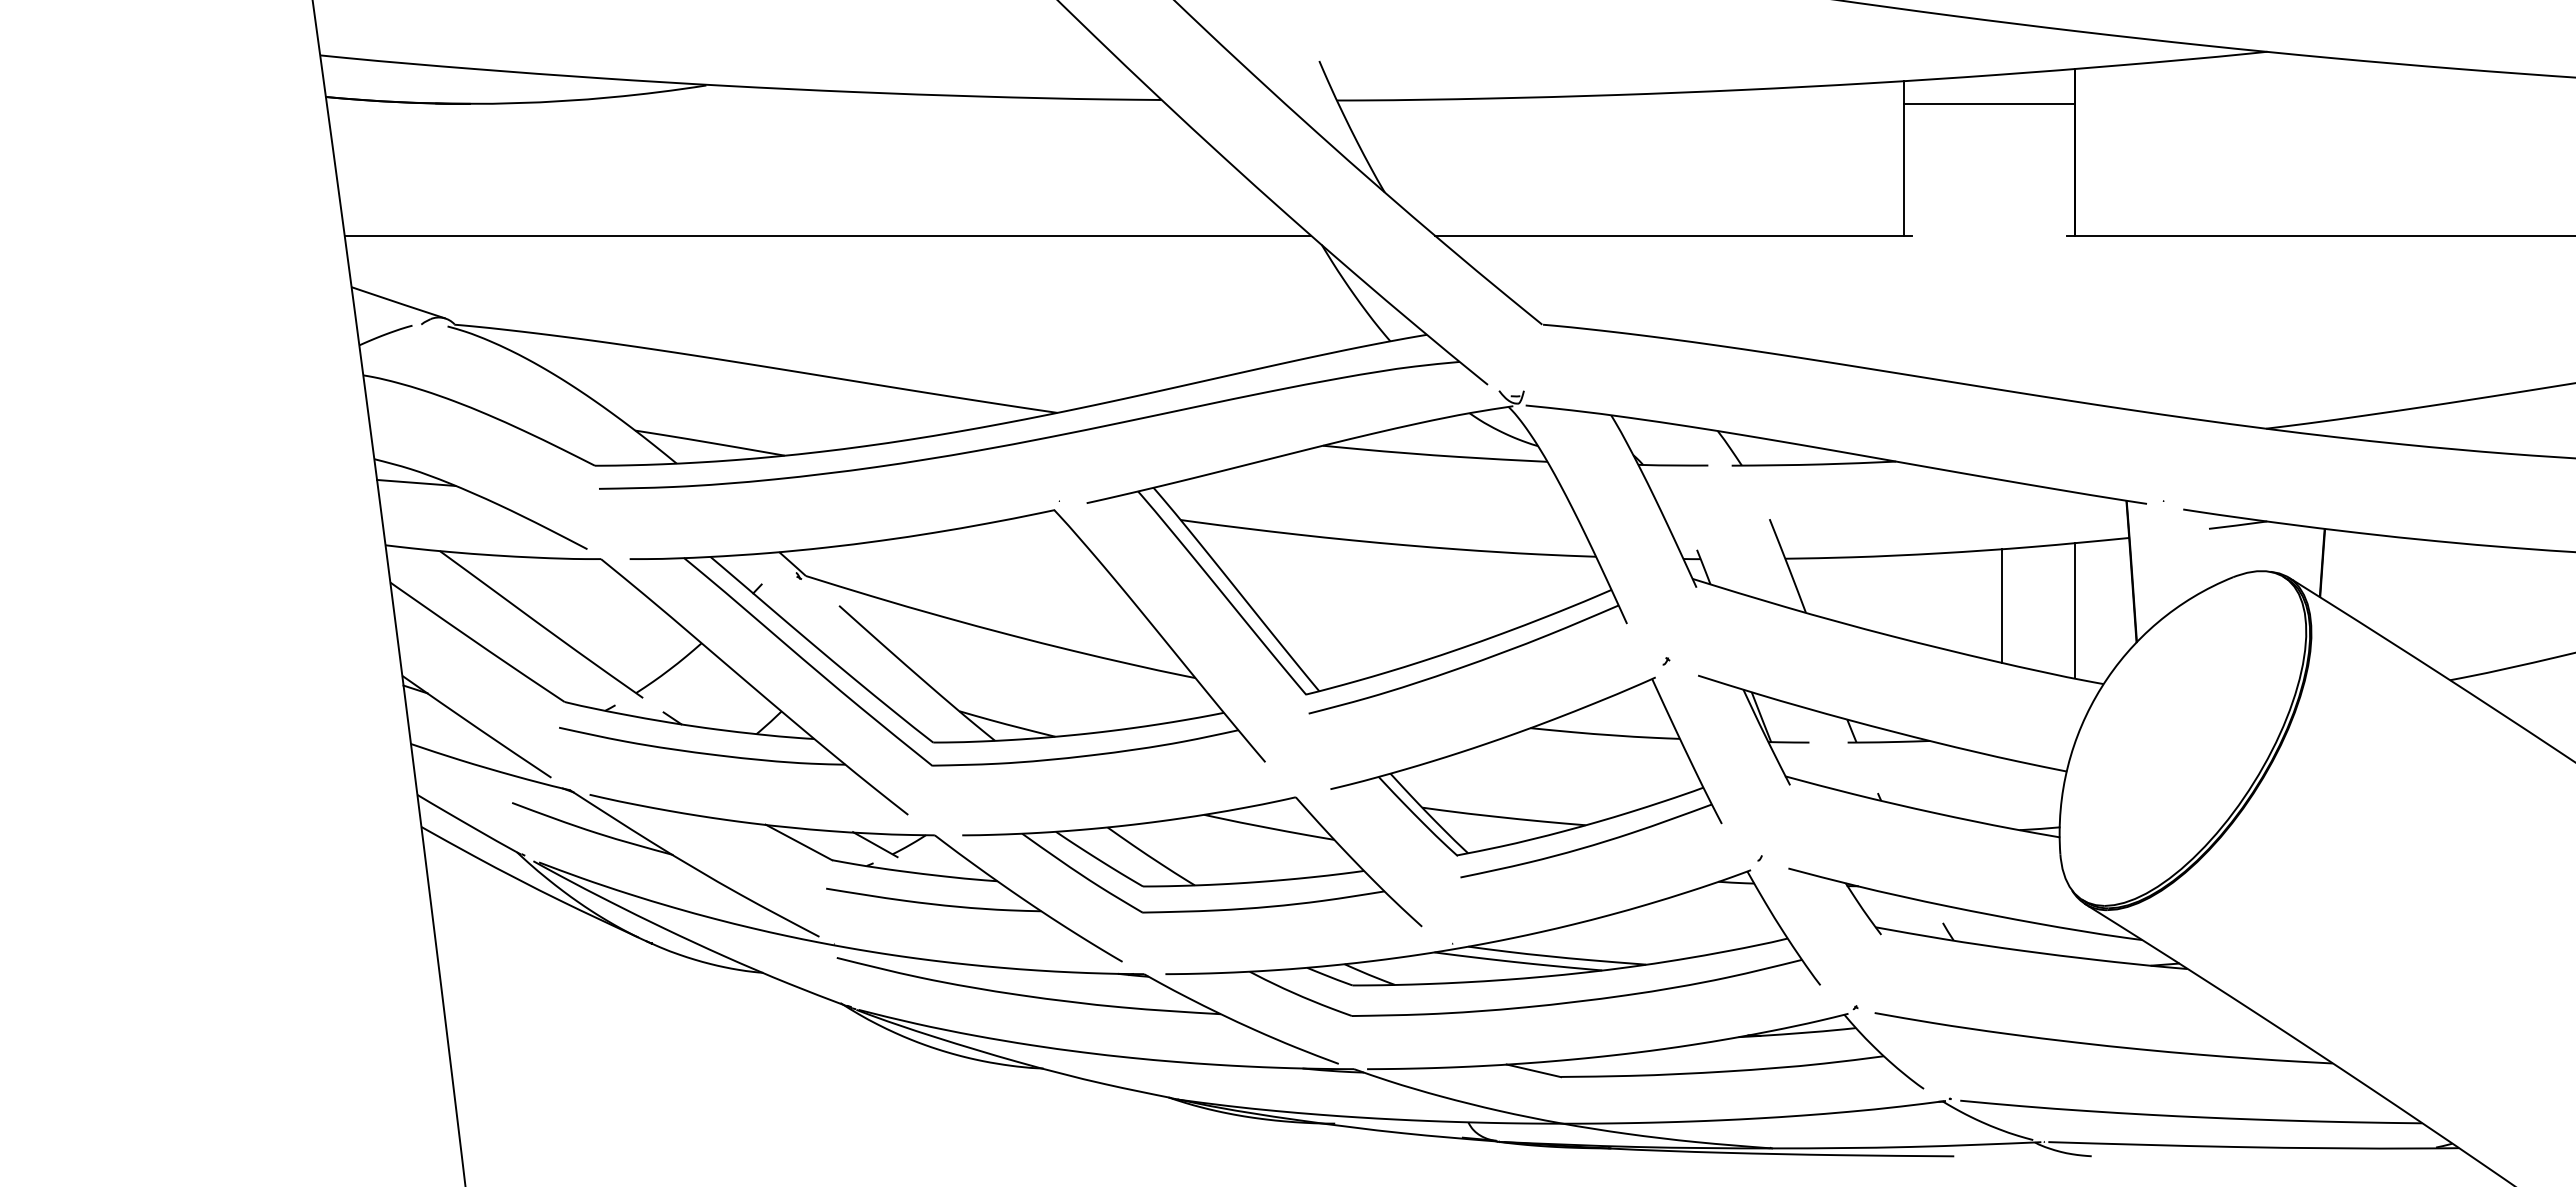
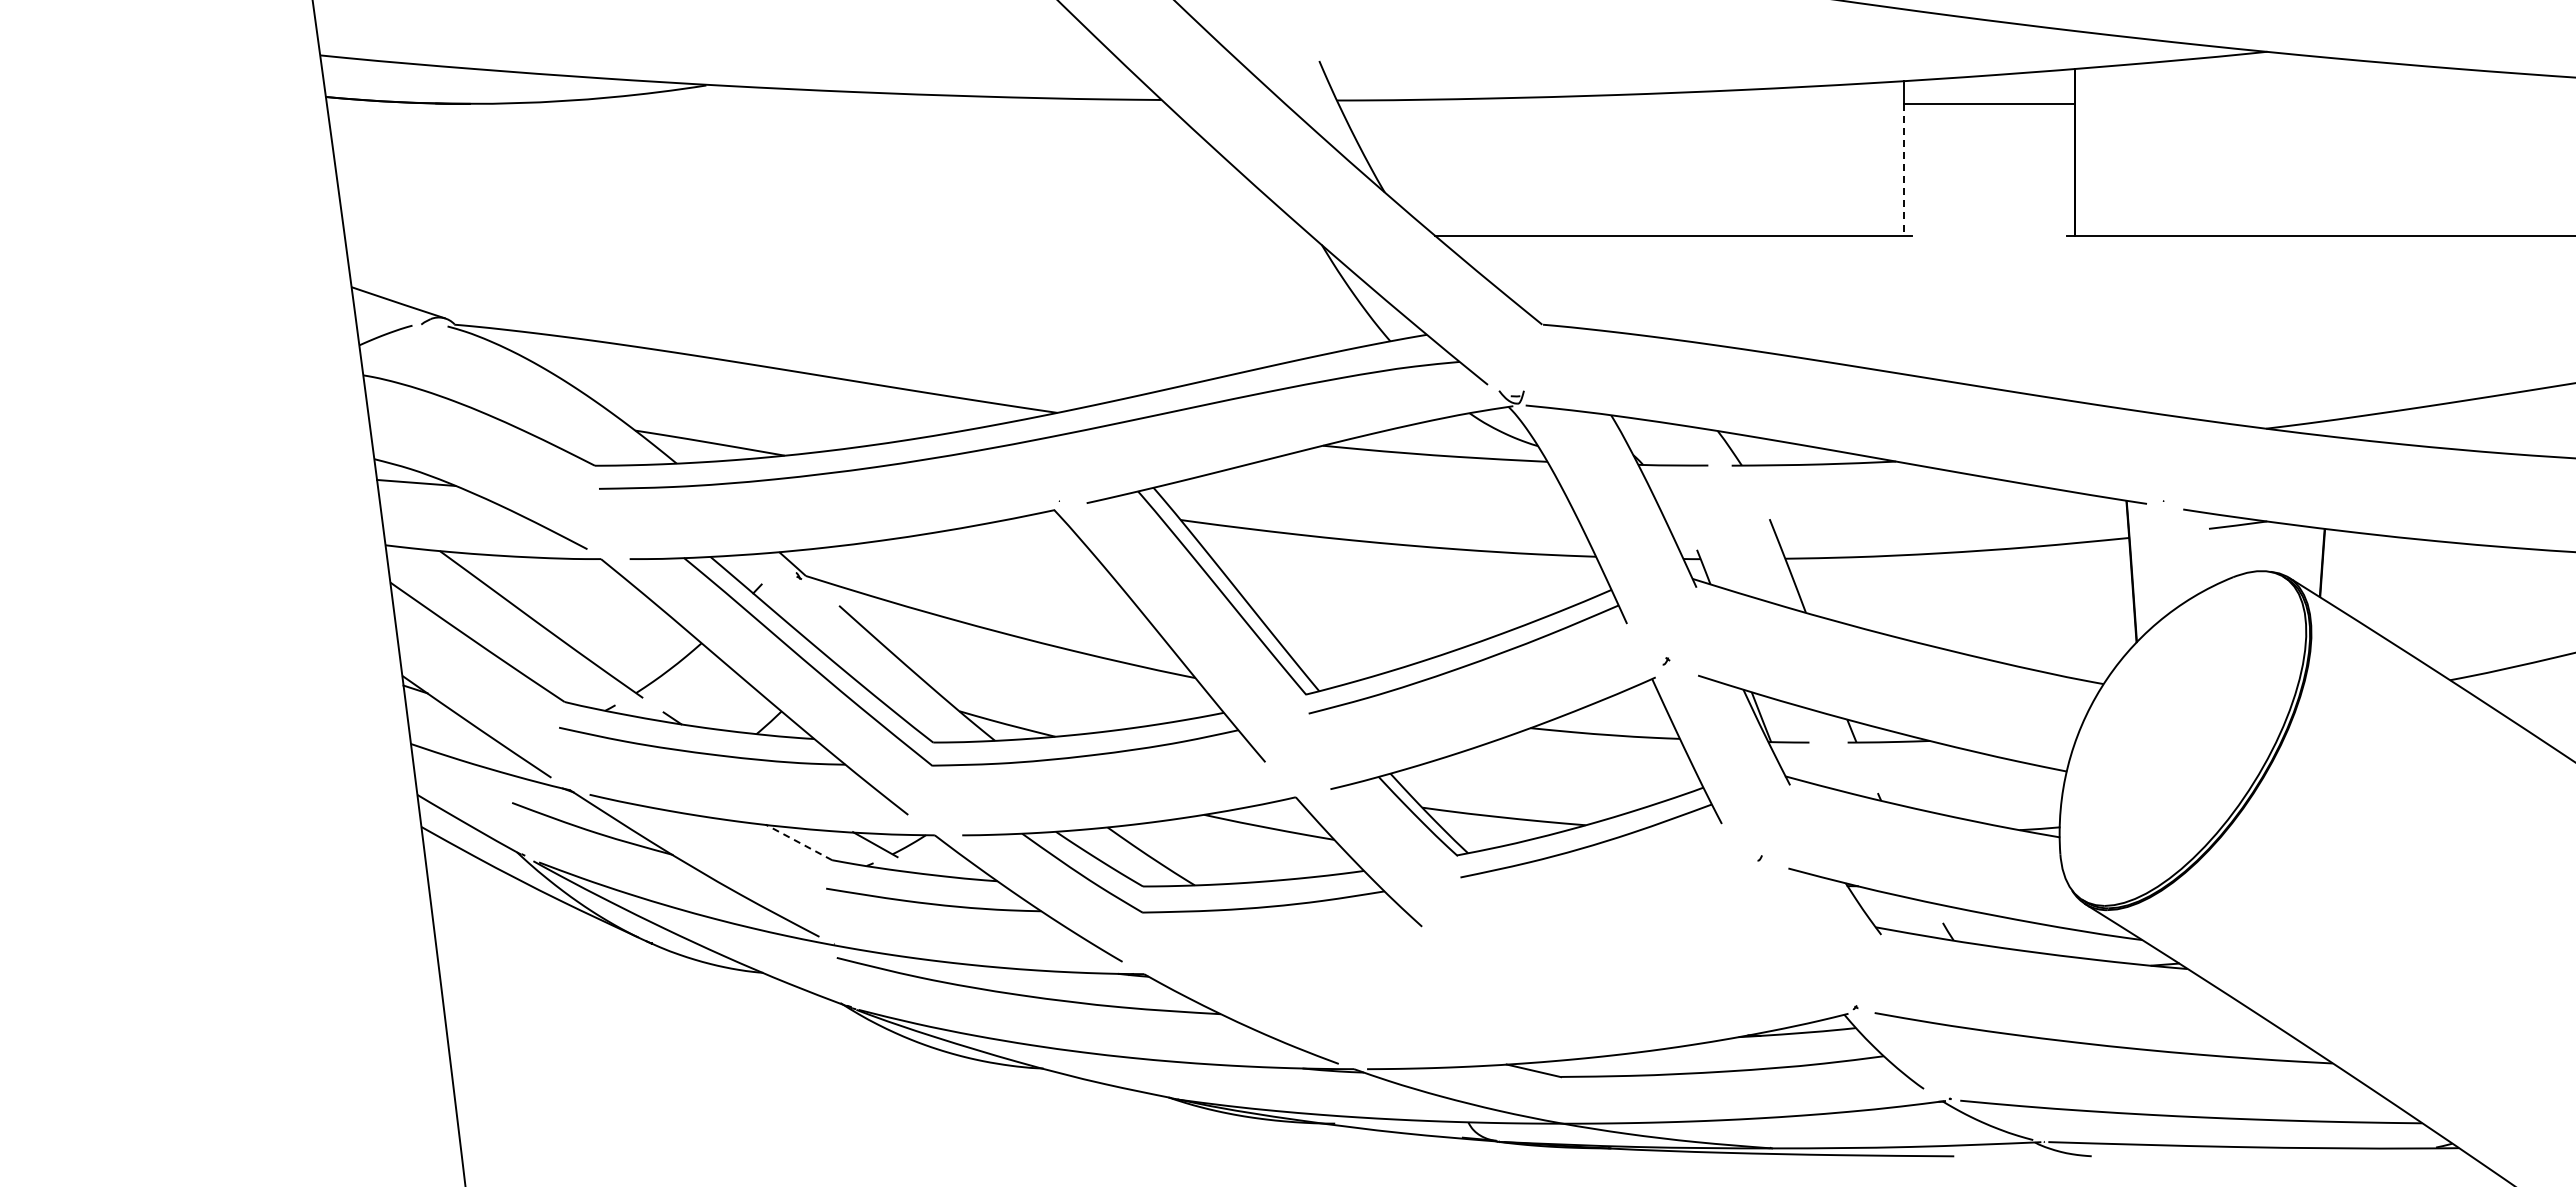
line at (1904, 169): solid -> dashed
line at (827, 235): present -> none
line at (2002, 605): present -> none
line at (2075, 610): present -> none
line at (798, 842): solid -> dashed
part at (1492, 942): present -> none
